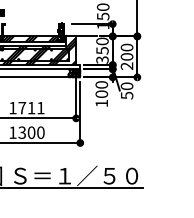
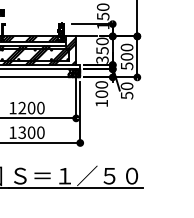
text at (126, 66): 200 -> 500
text at (31, 107): 1711 -> 1200
